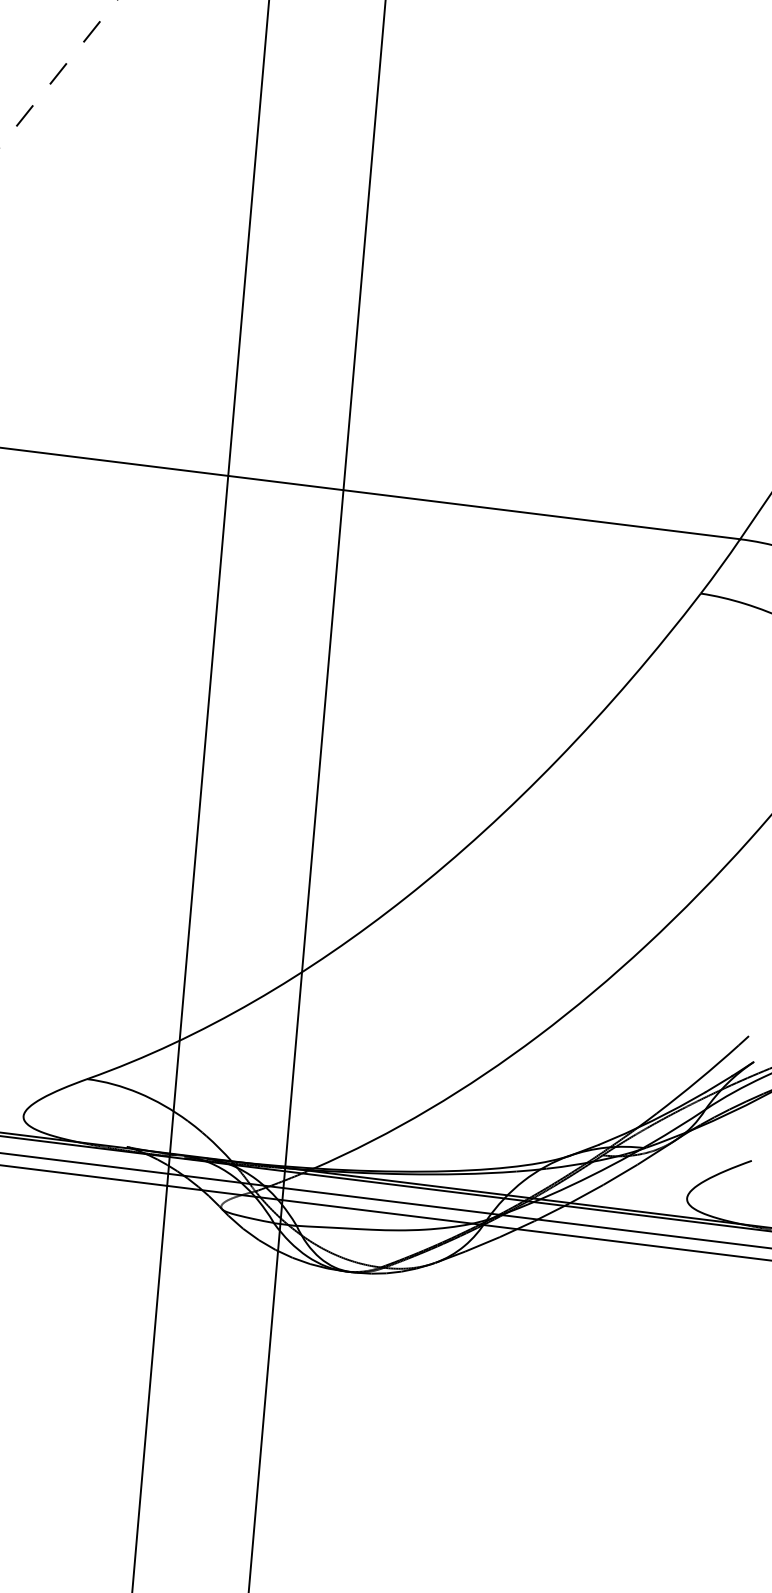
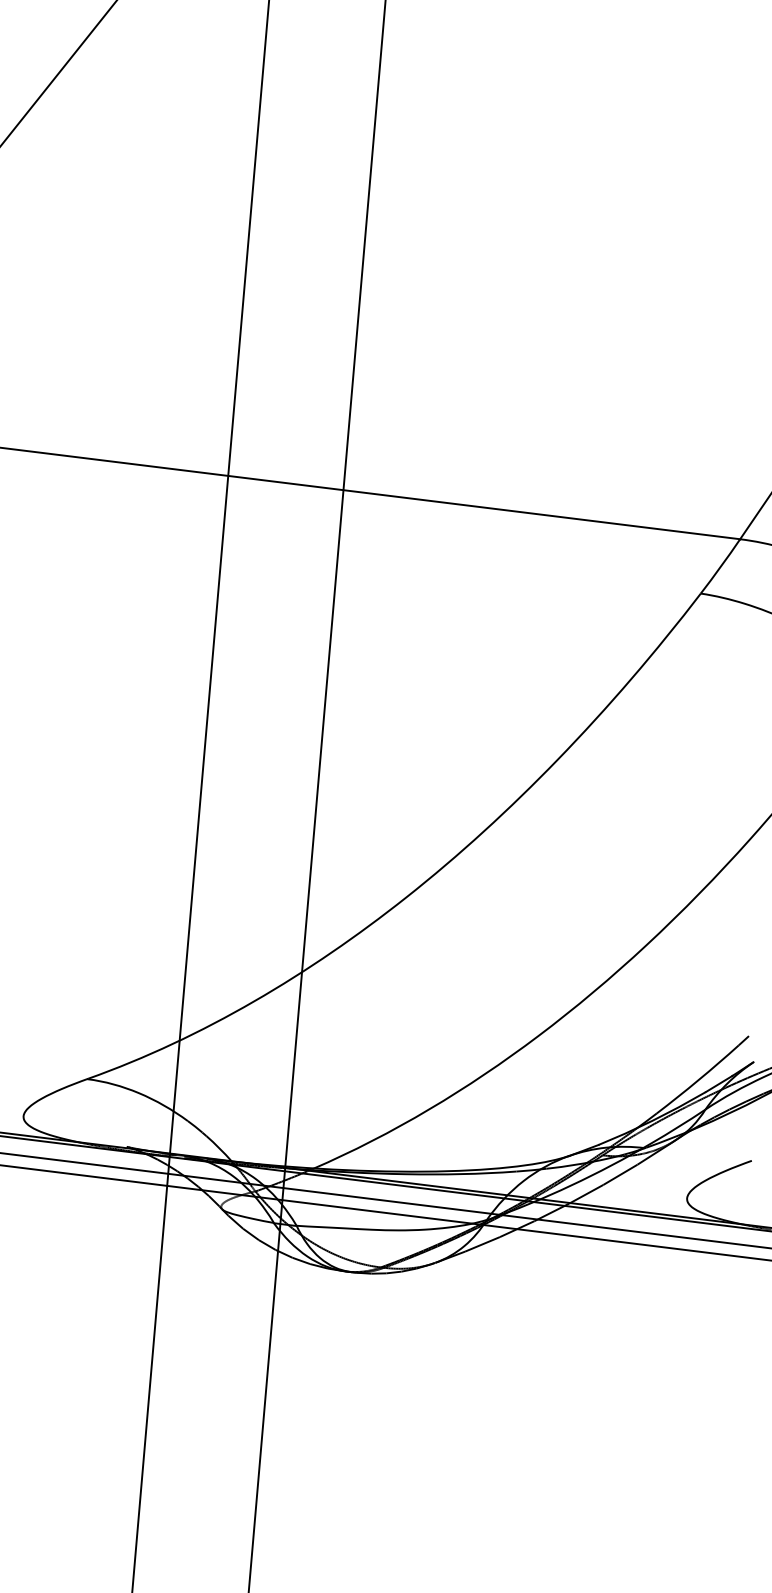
line at (58, 73): dashed -> solid
